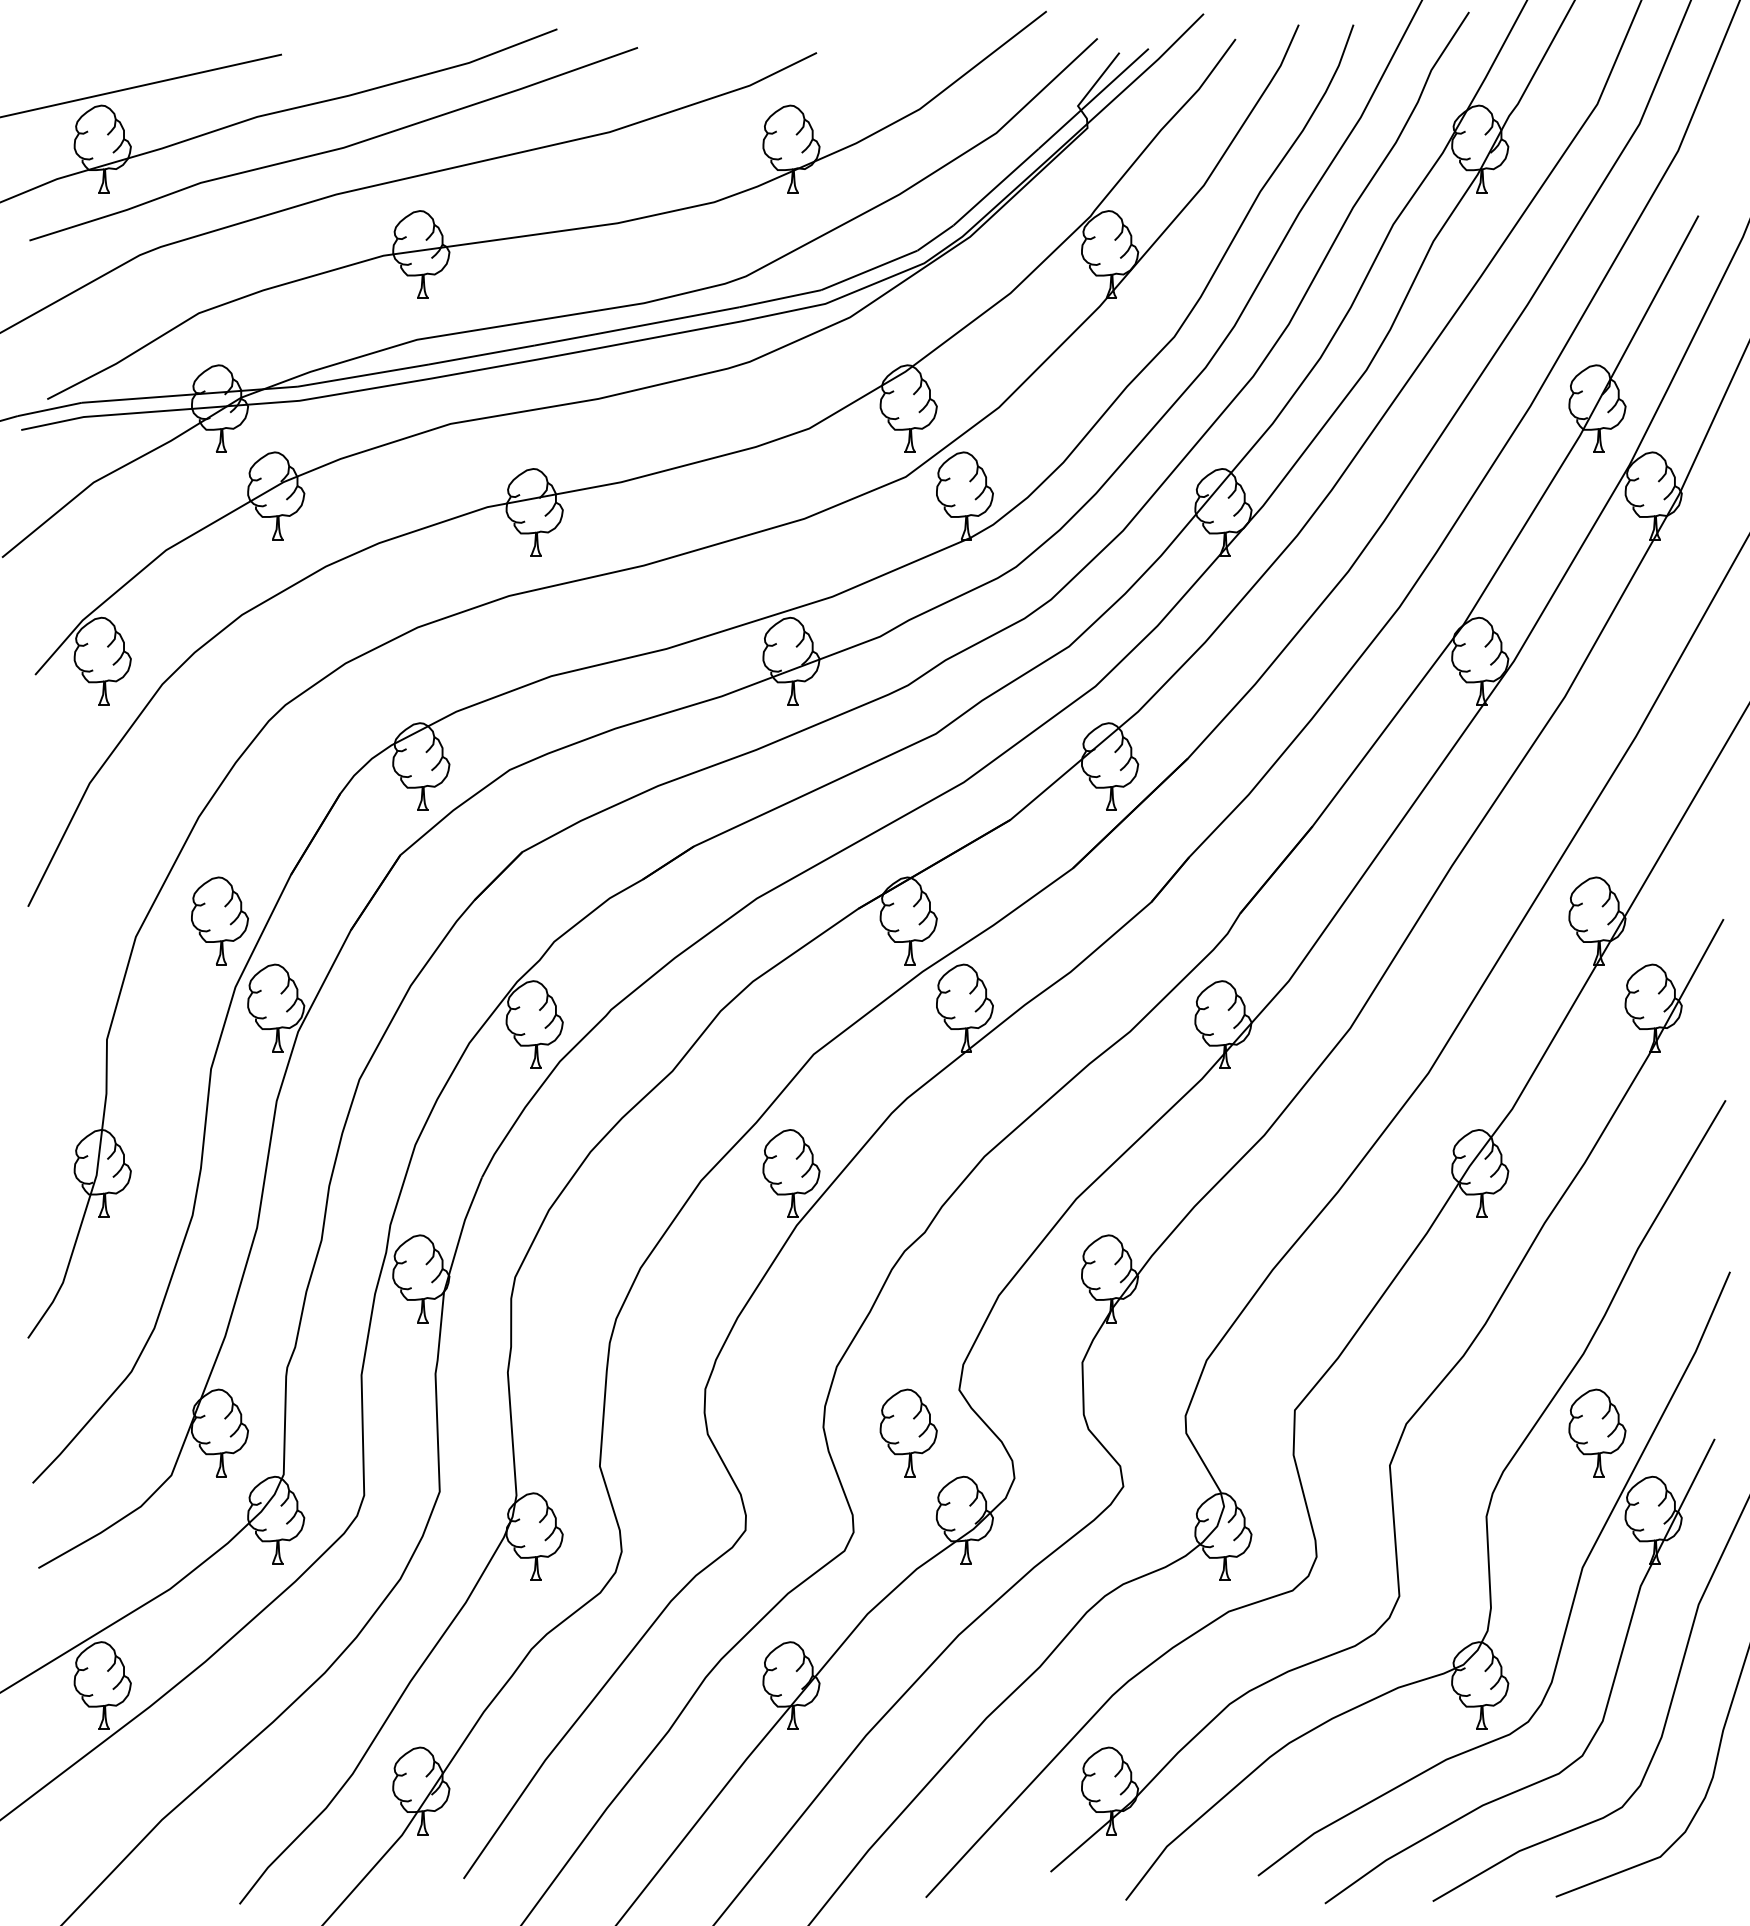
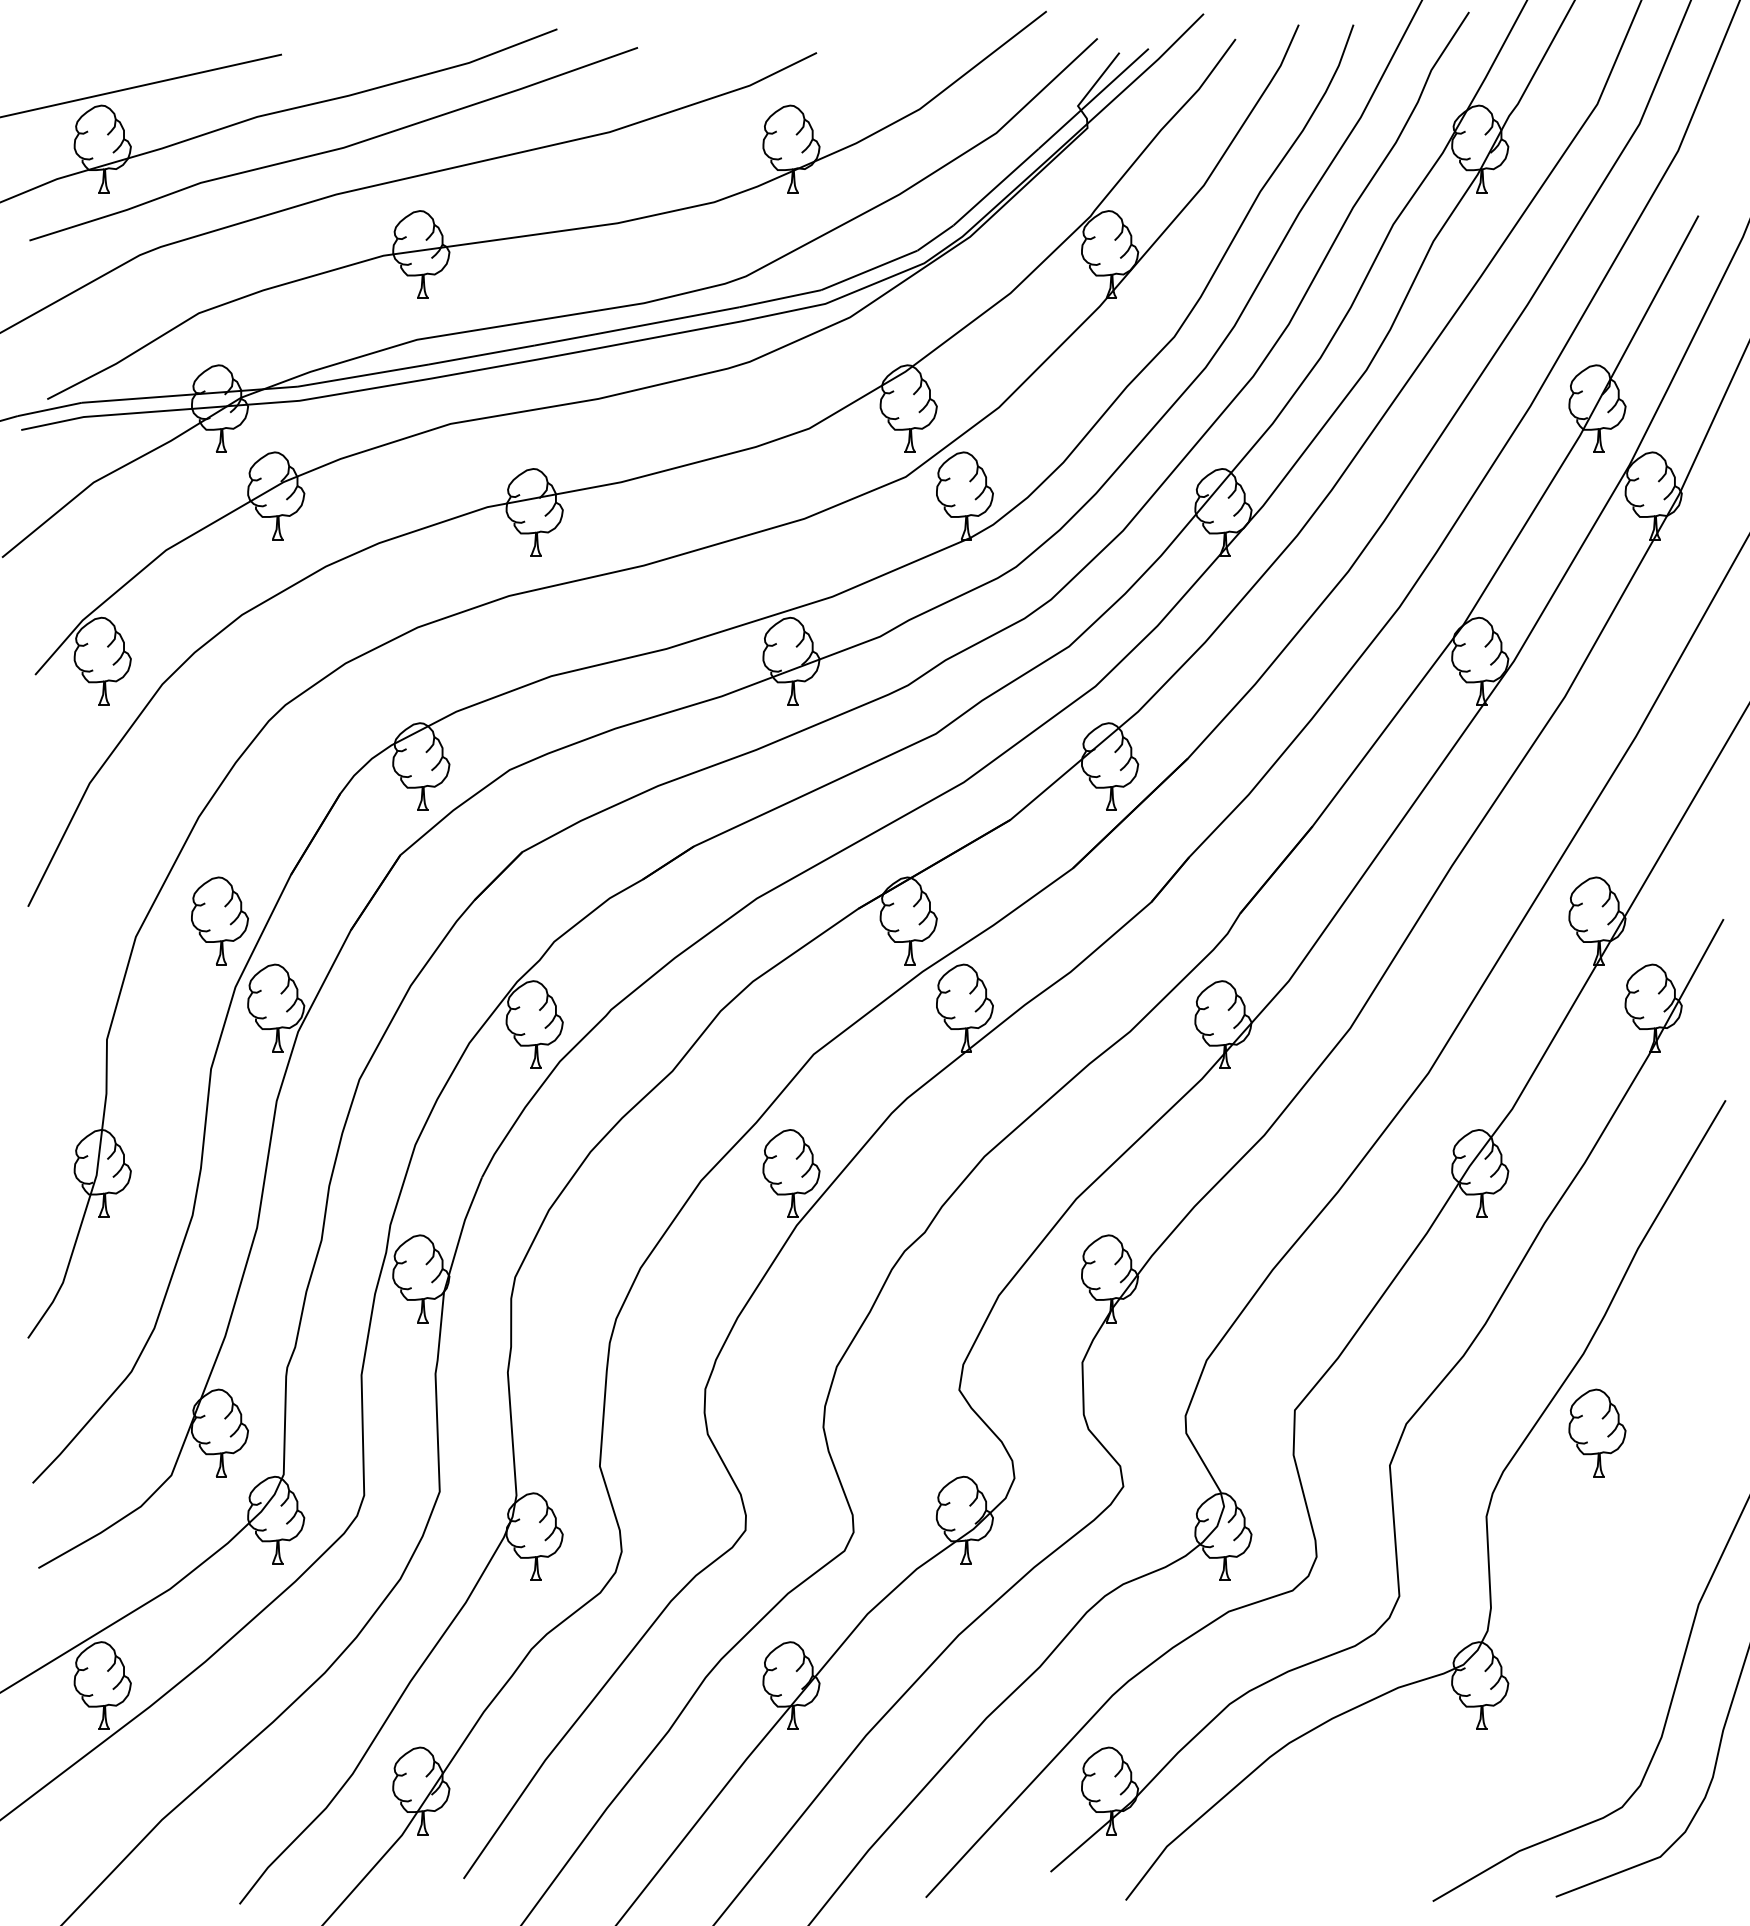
part at (908, 1432): present -> none
part at (1569, 1611): present -> none
